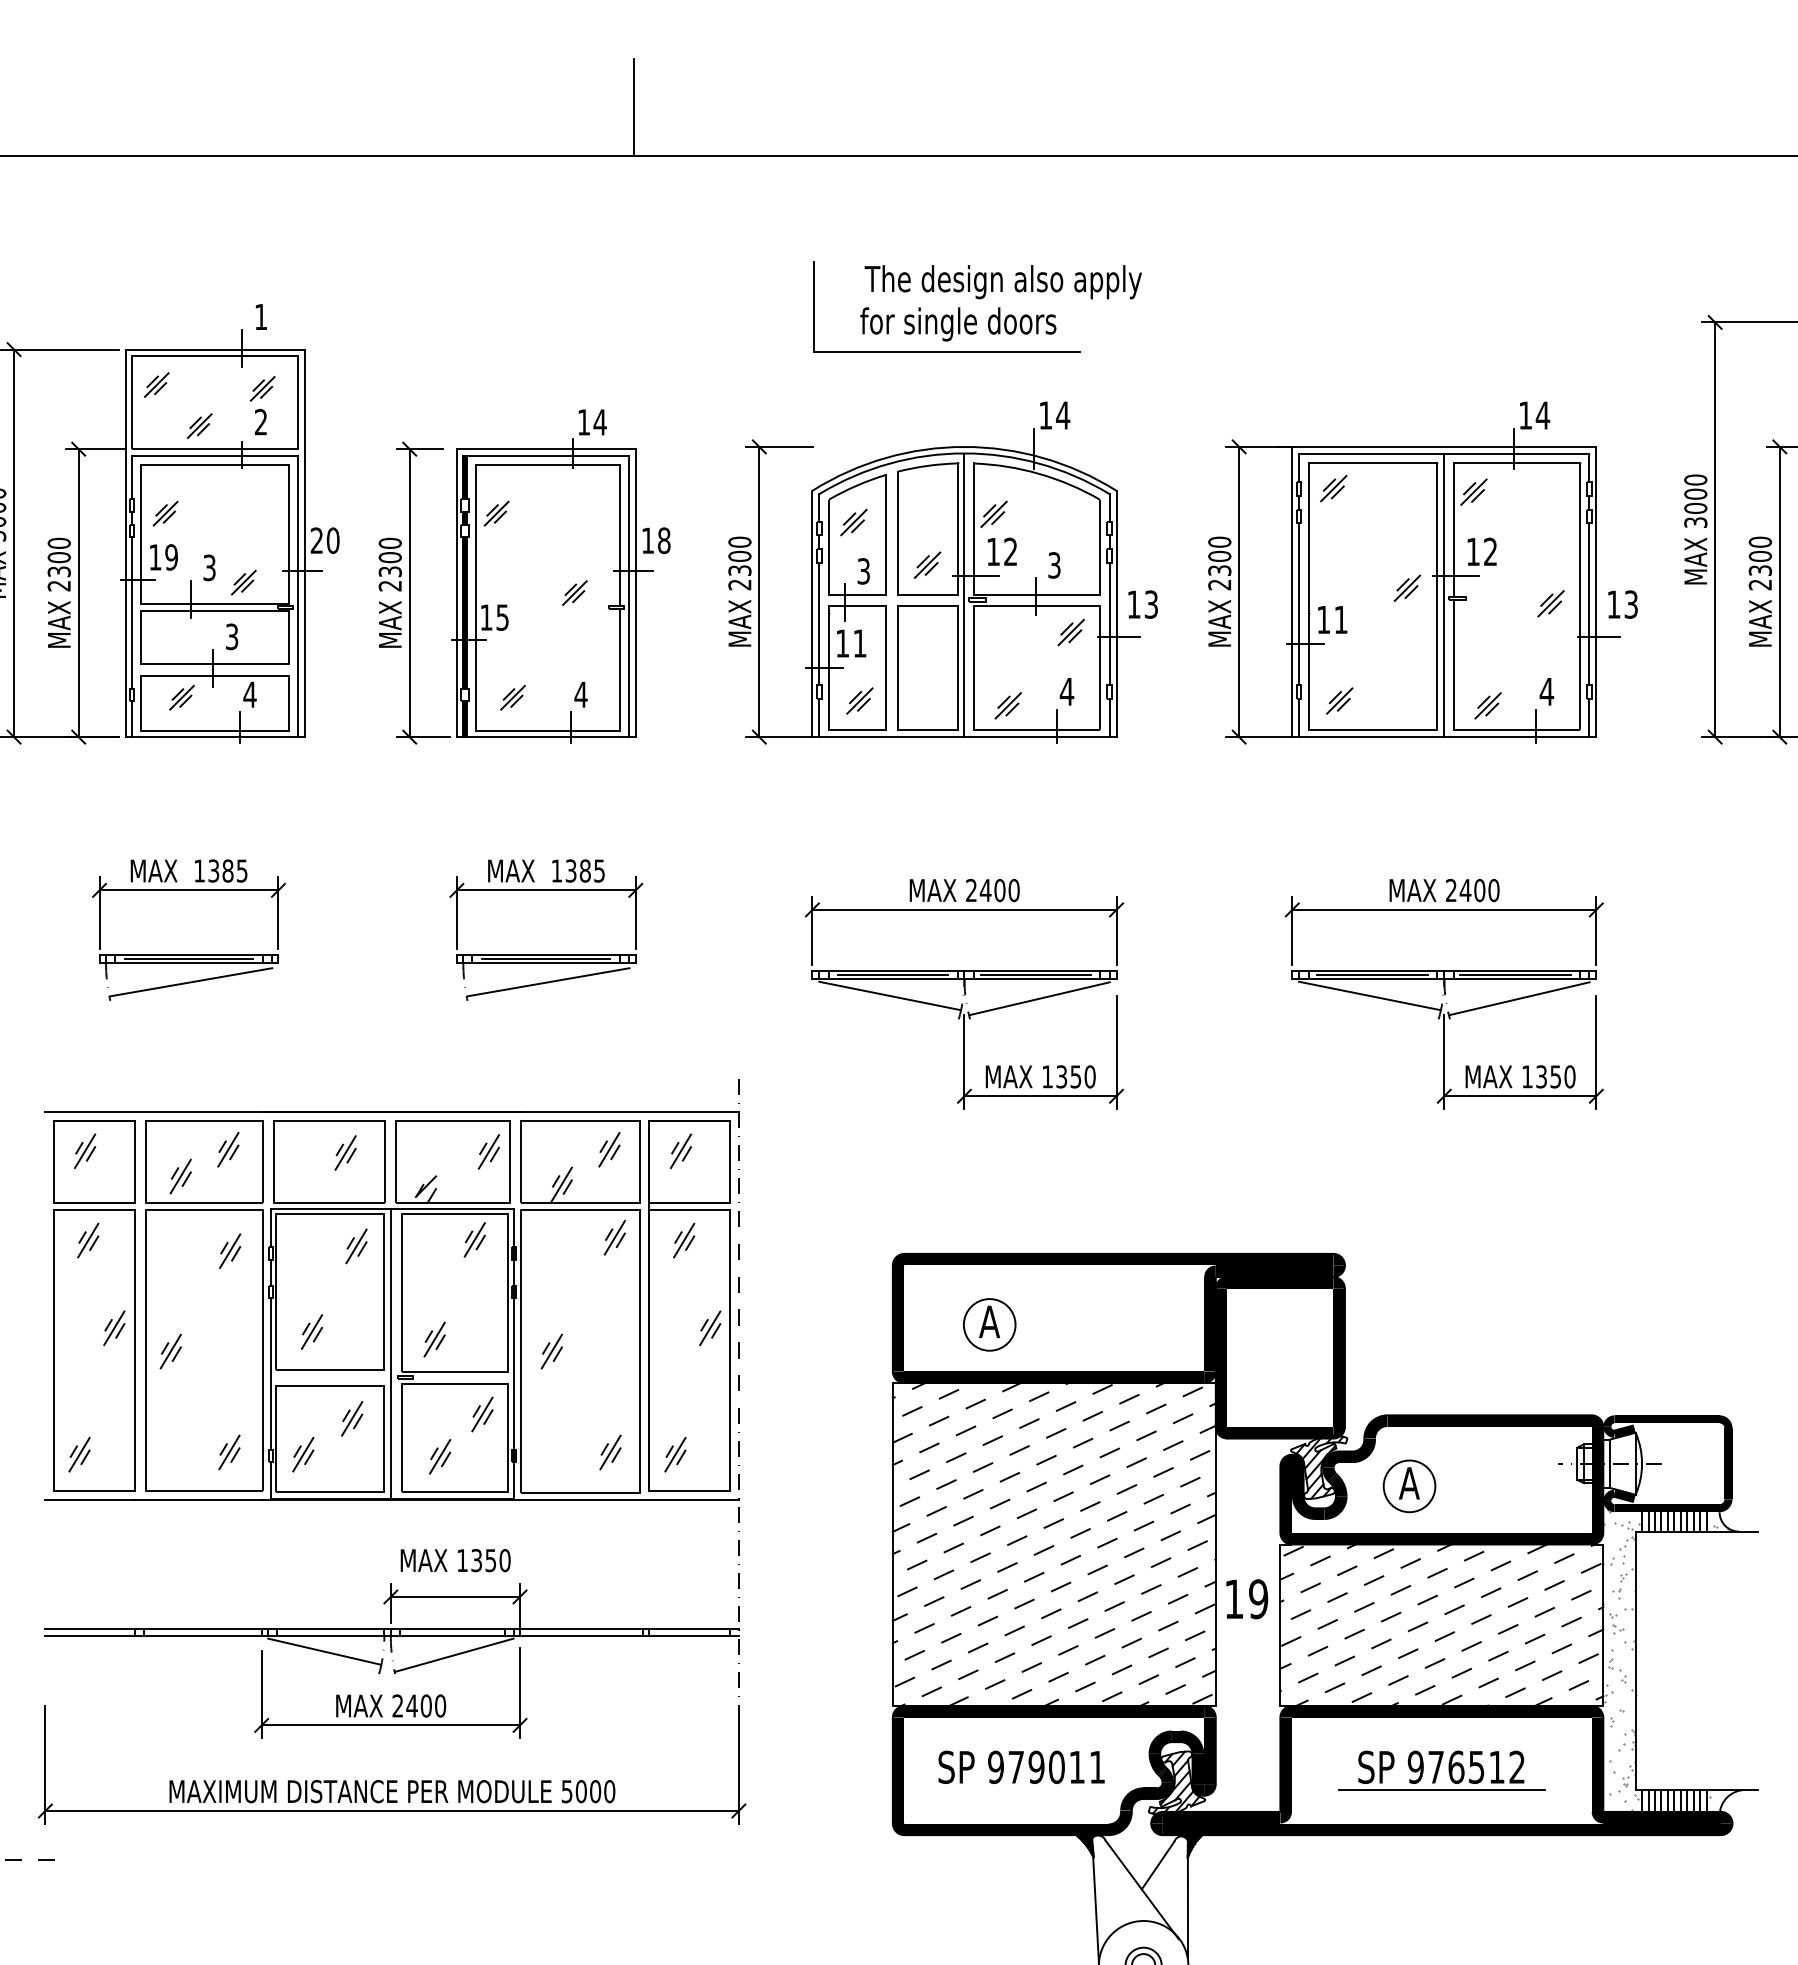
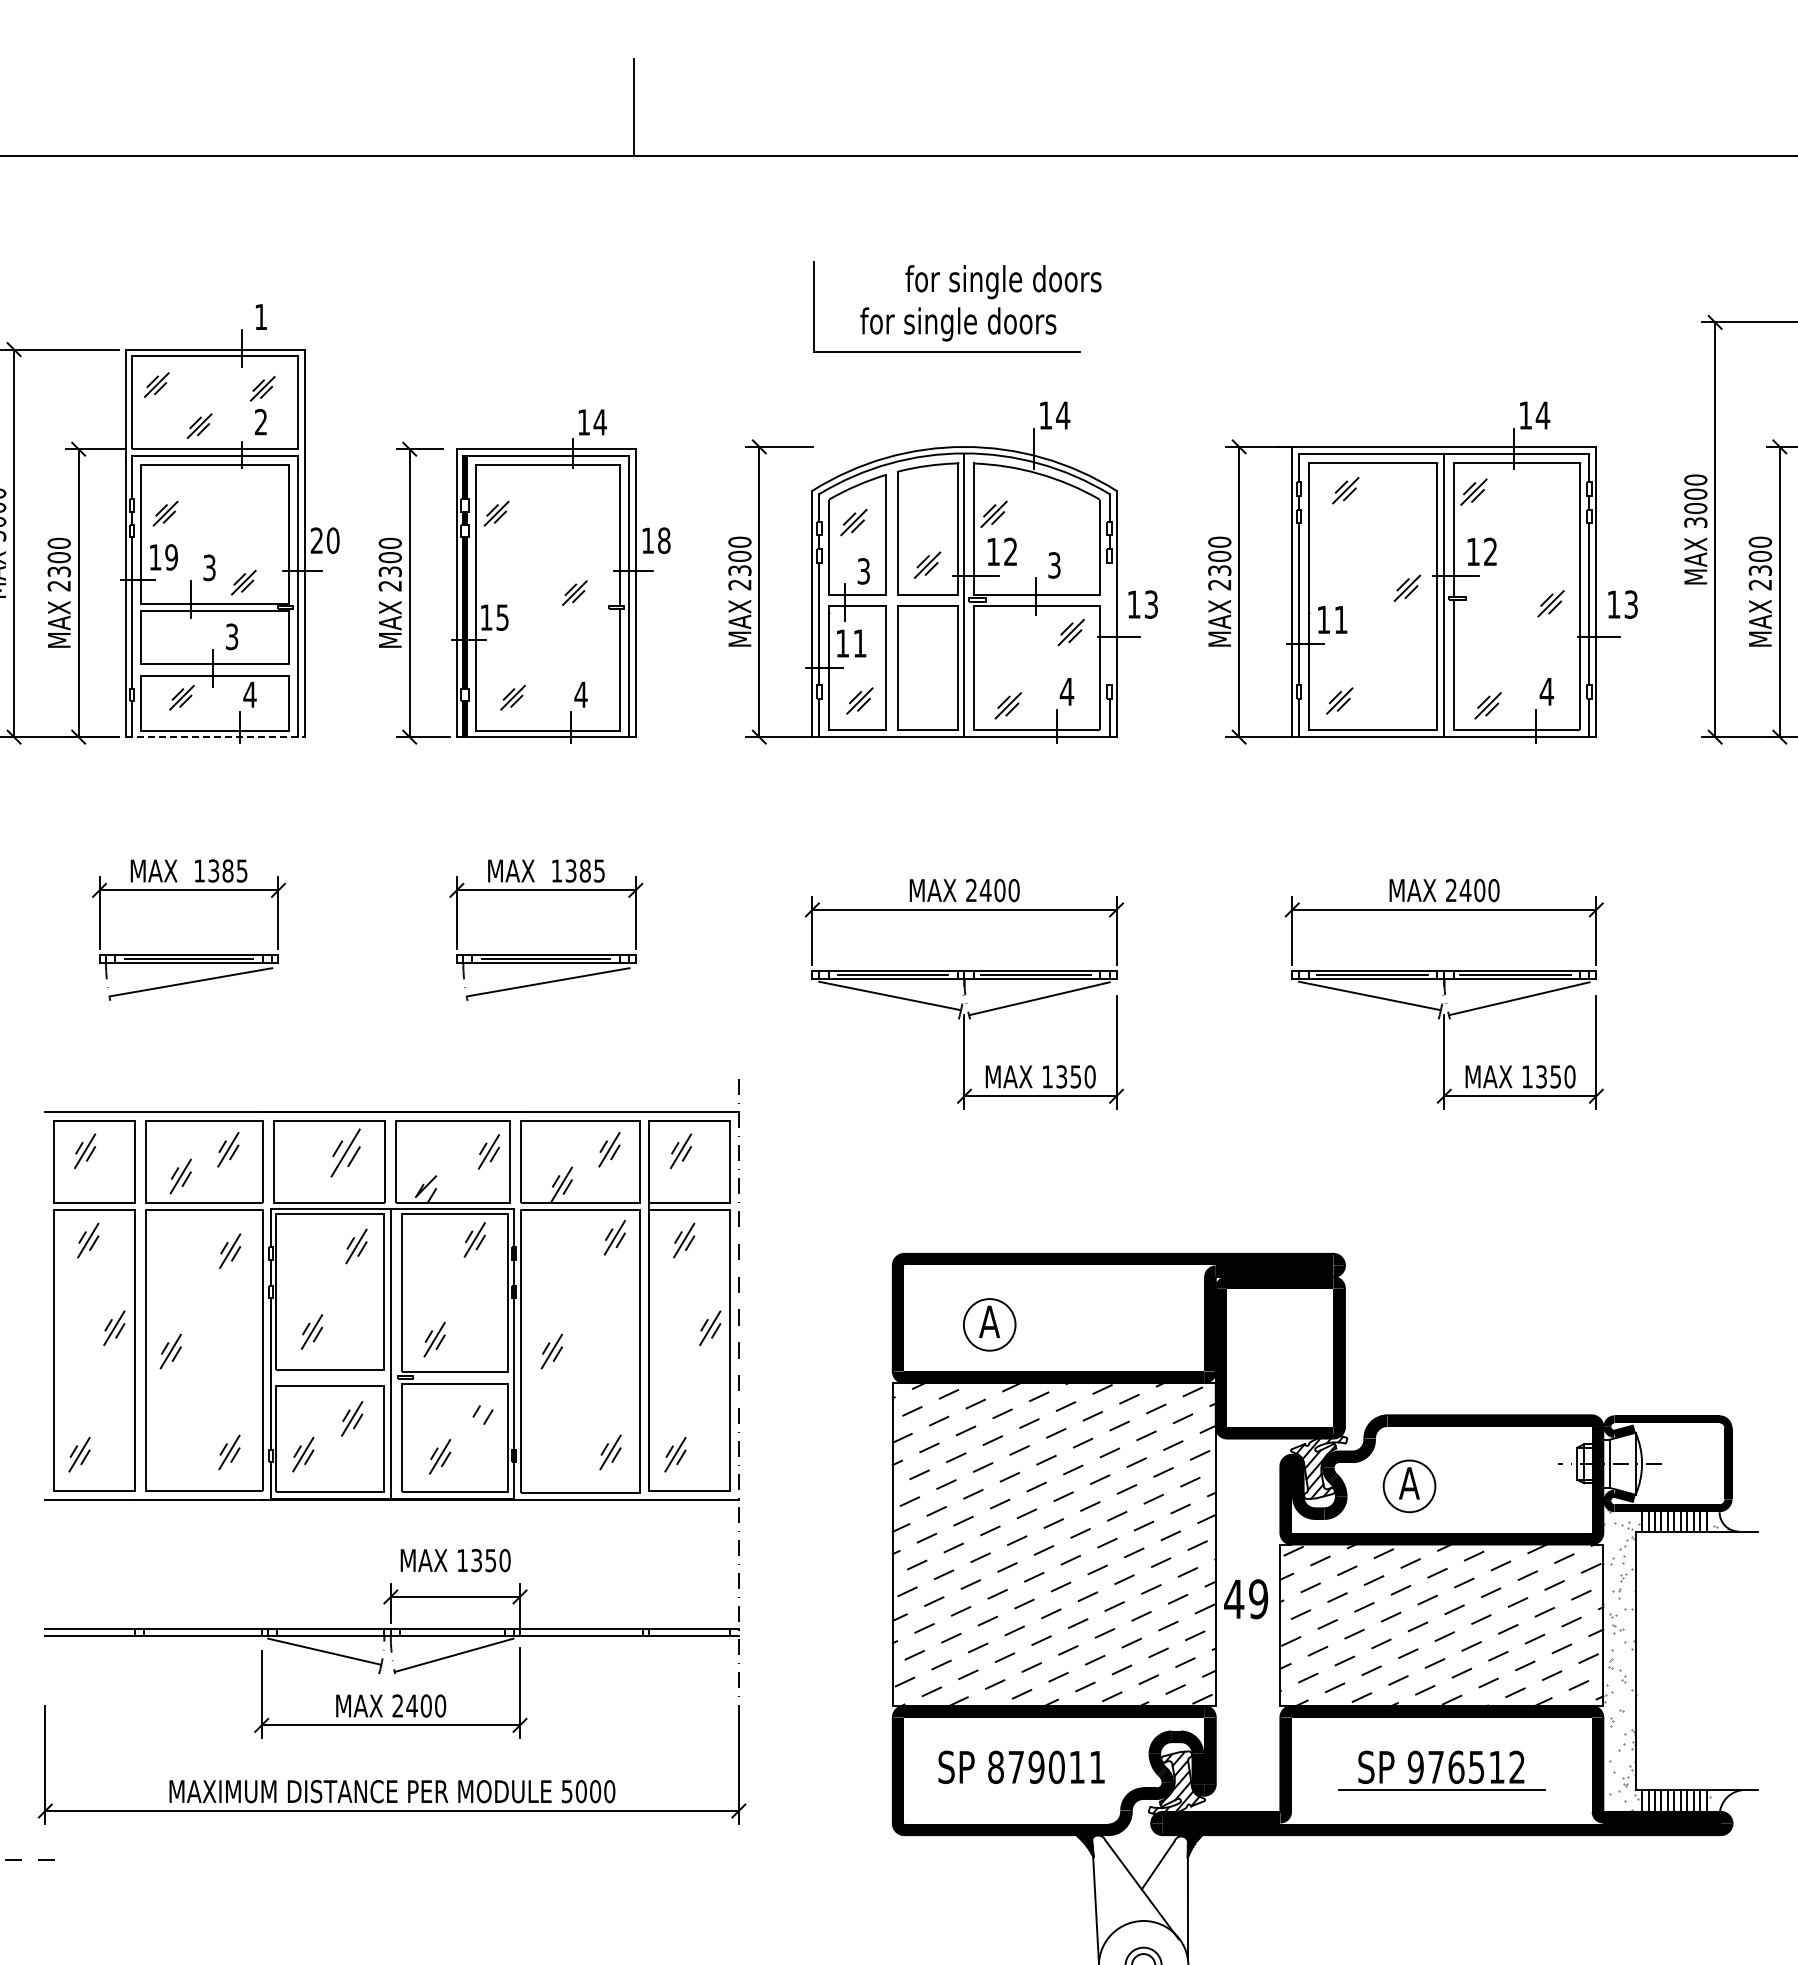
text at (1002, 282): The design also apply -> for single doors
part at (1333, 488) position: (1333, 488) -> (1345, 490)
line at (1109, 623): present -> none
line at (215, 737): solid -> dashed
part at (345, 1152) size: 23x36 px -> 31x50 px
line at (482, 1414): present -> none
text at (1234, 1598): 19 -> 49
text at (995, 1767): 979011 -> 879011
